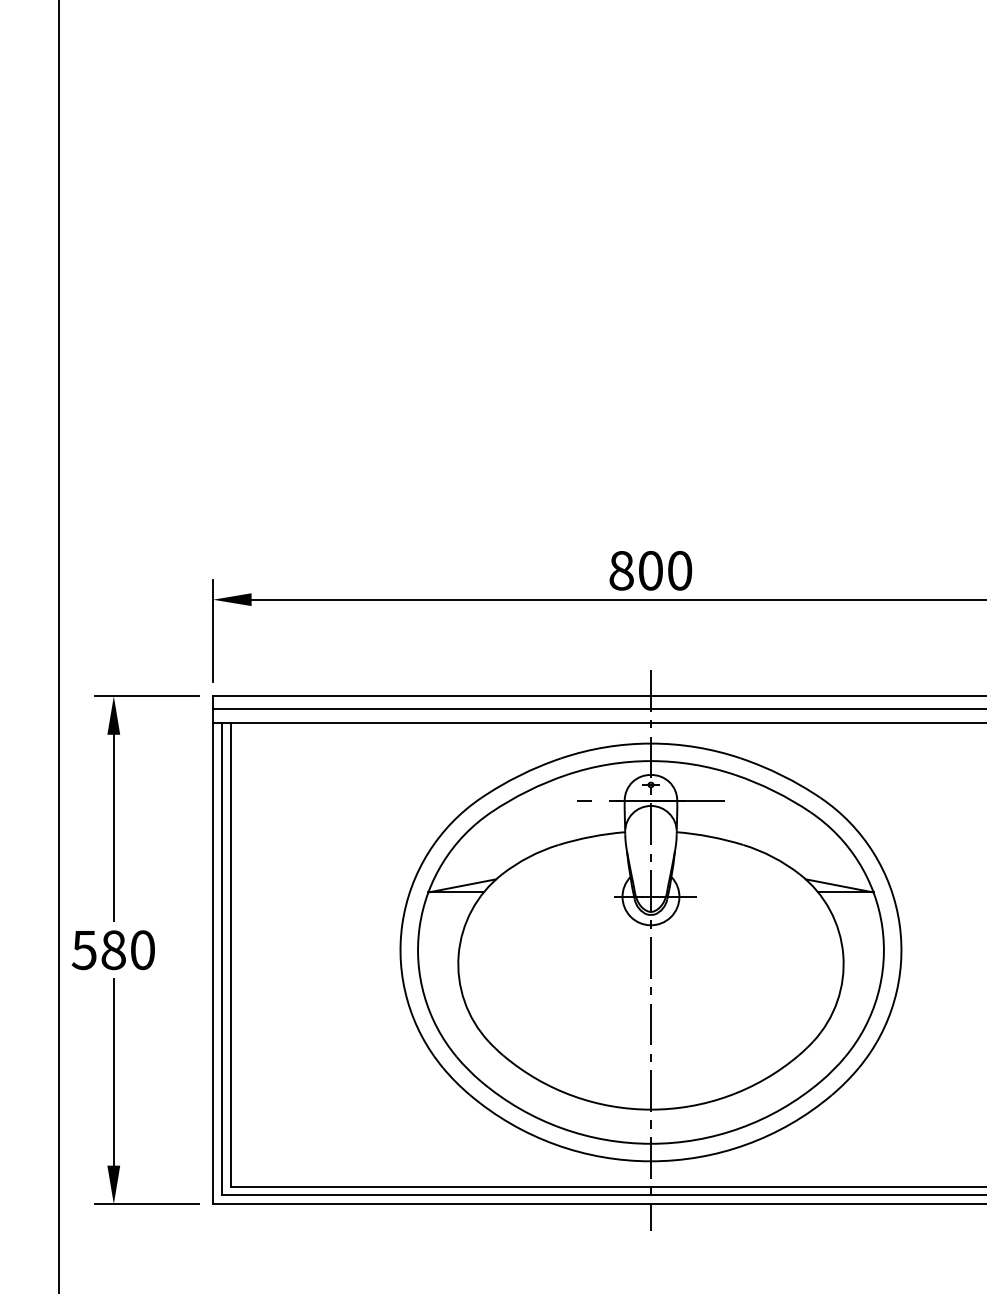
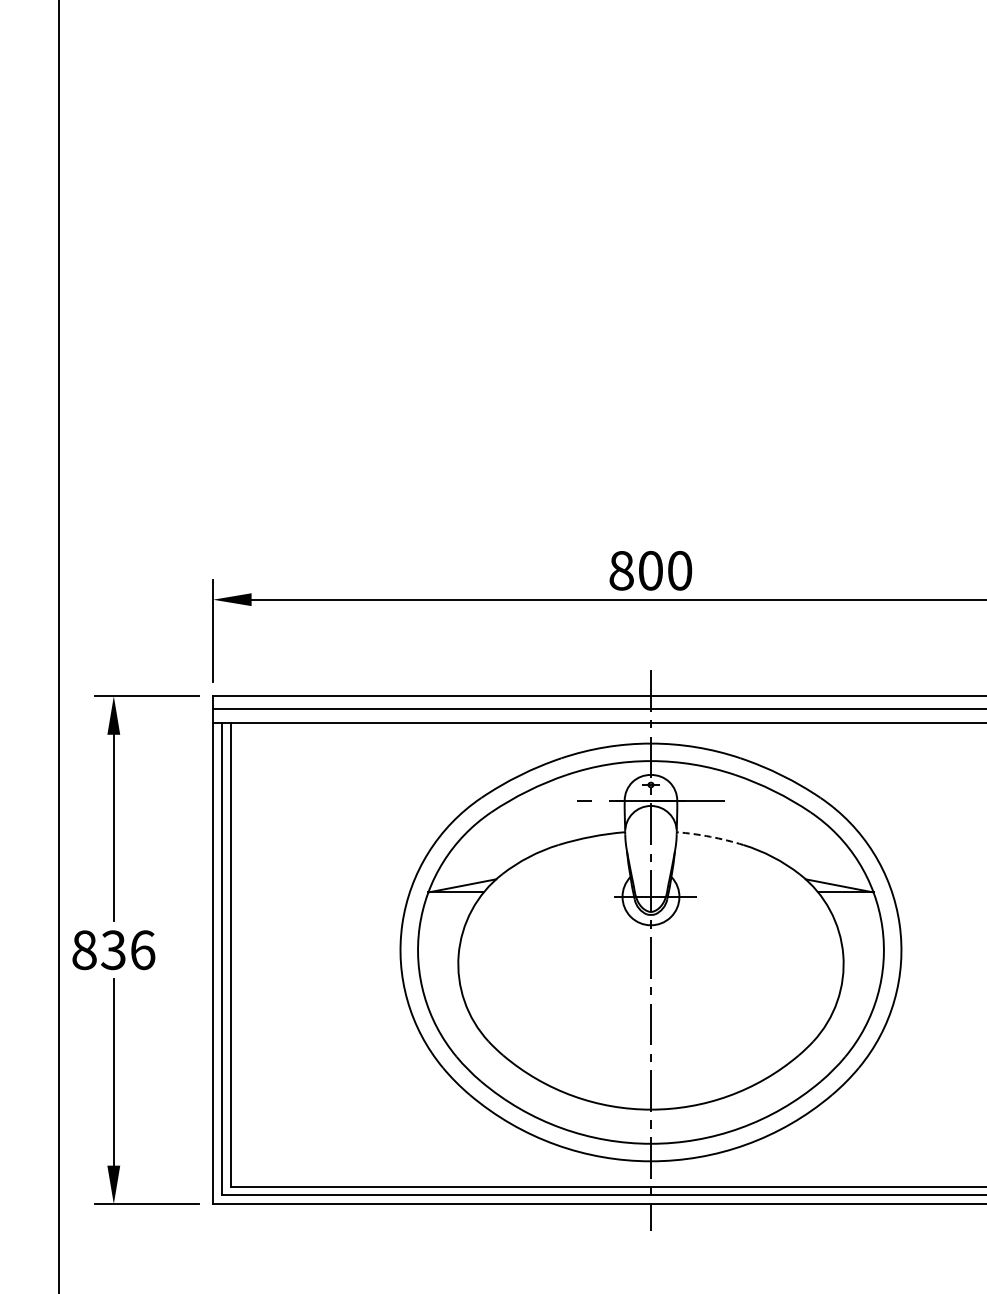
arc at (710, 836): solid -> dashed
text at (113, 950): 580 -> 836
